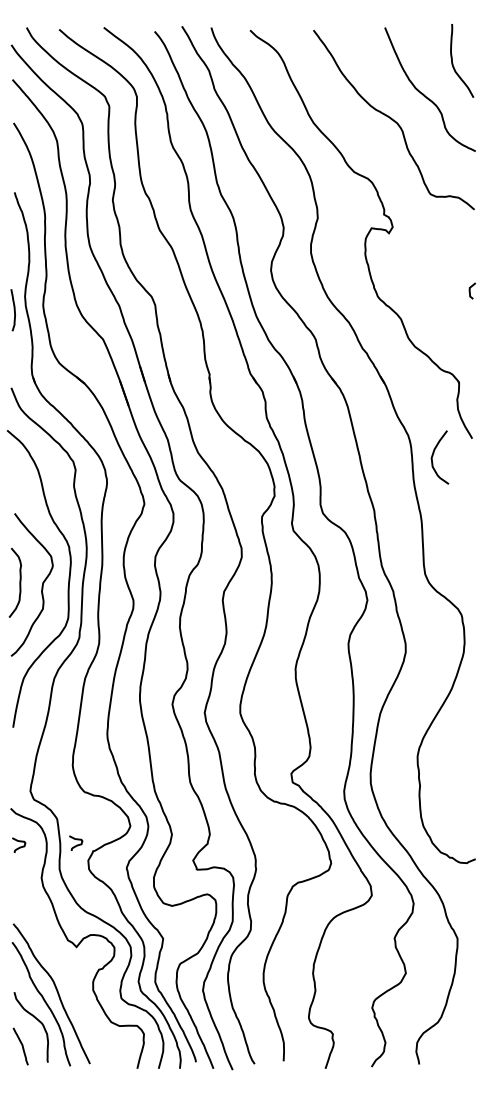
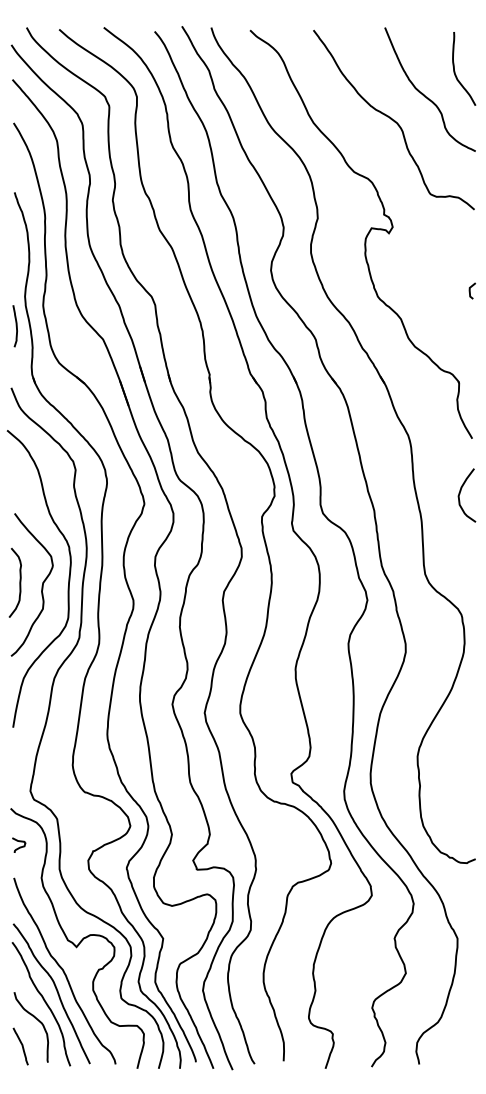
curve at (453, 63) position: (453, 63) -> (455, 71)
curve at (13, 310) position: (13, 310) -> (15, 326)
curve at (433, 456) position: (433, 456) -> (460, 494)
curve at (76, 840): present -> none
curve at (64, 970): none -> present
